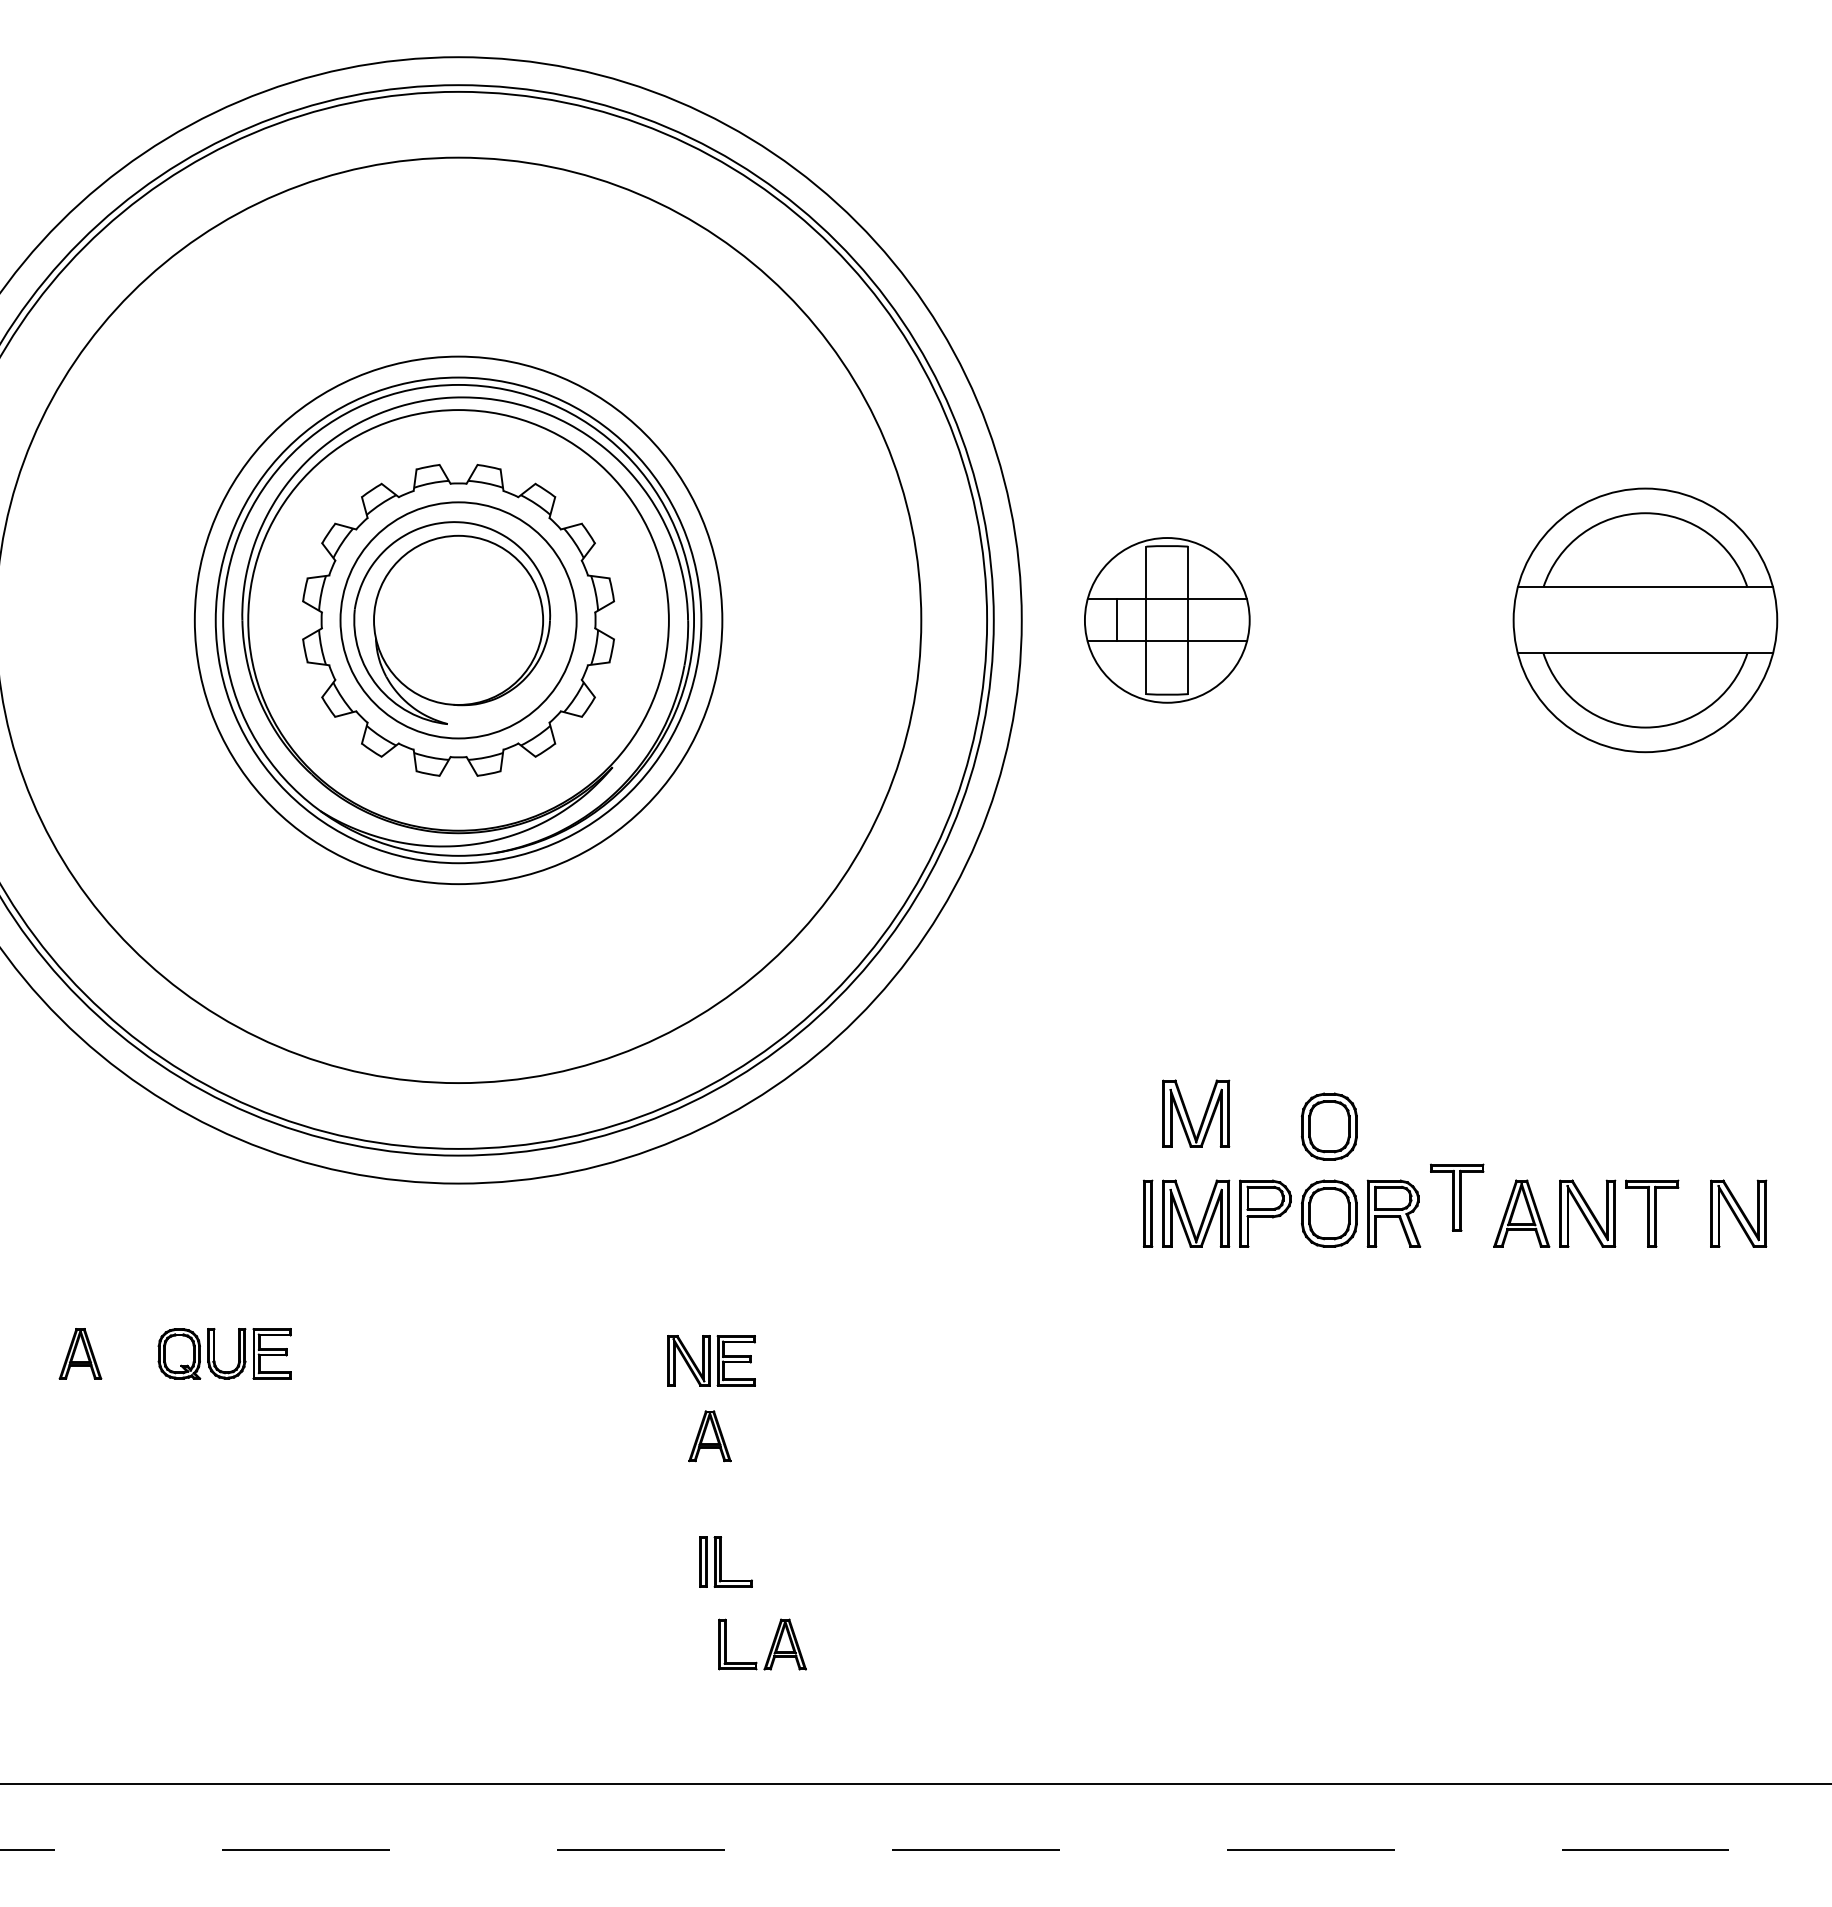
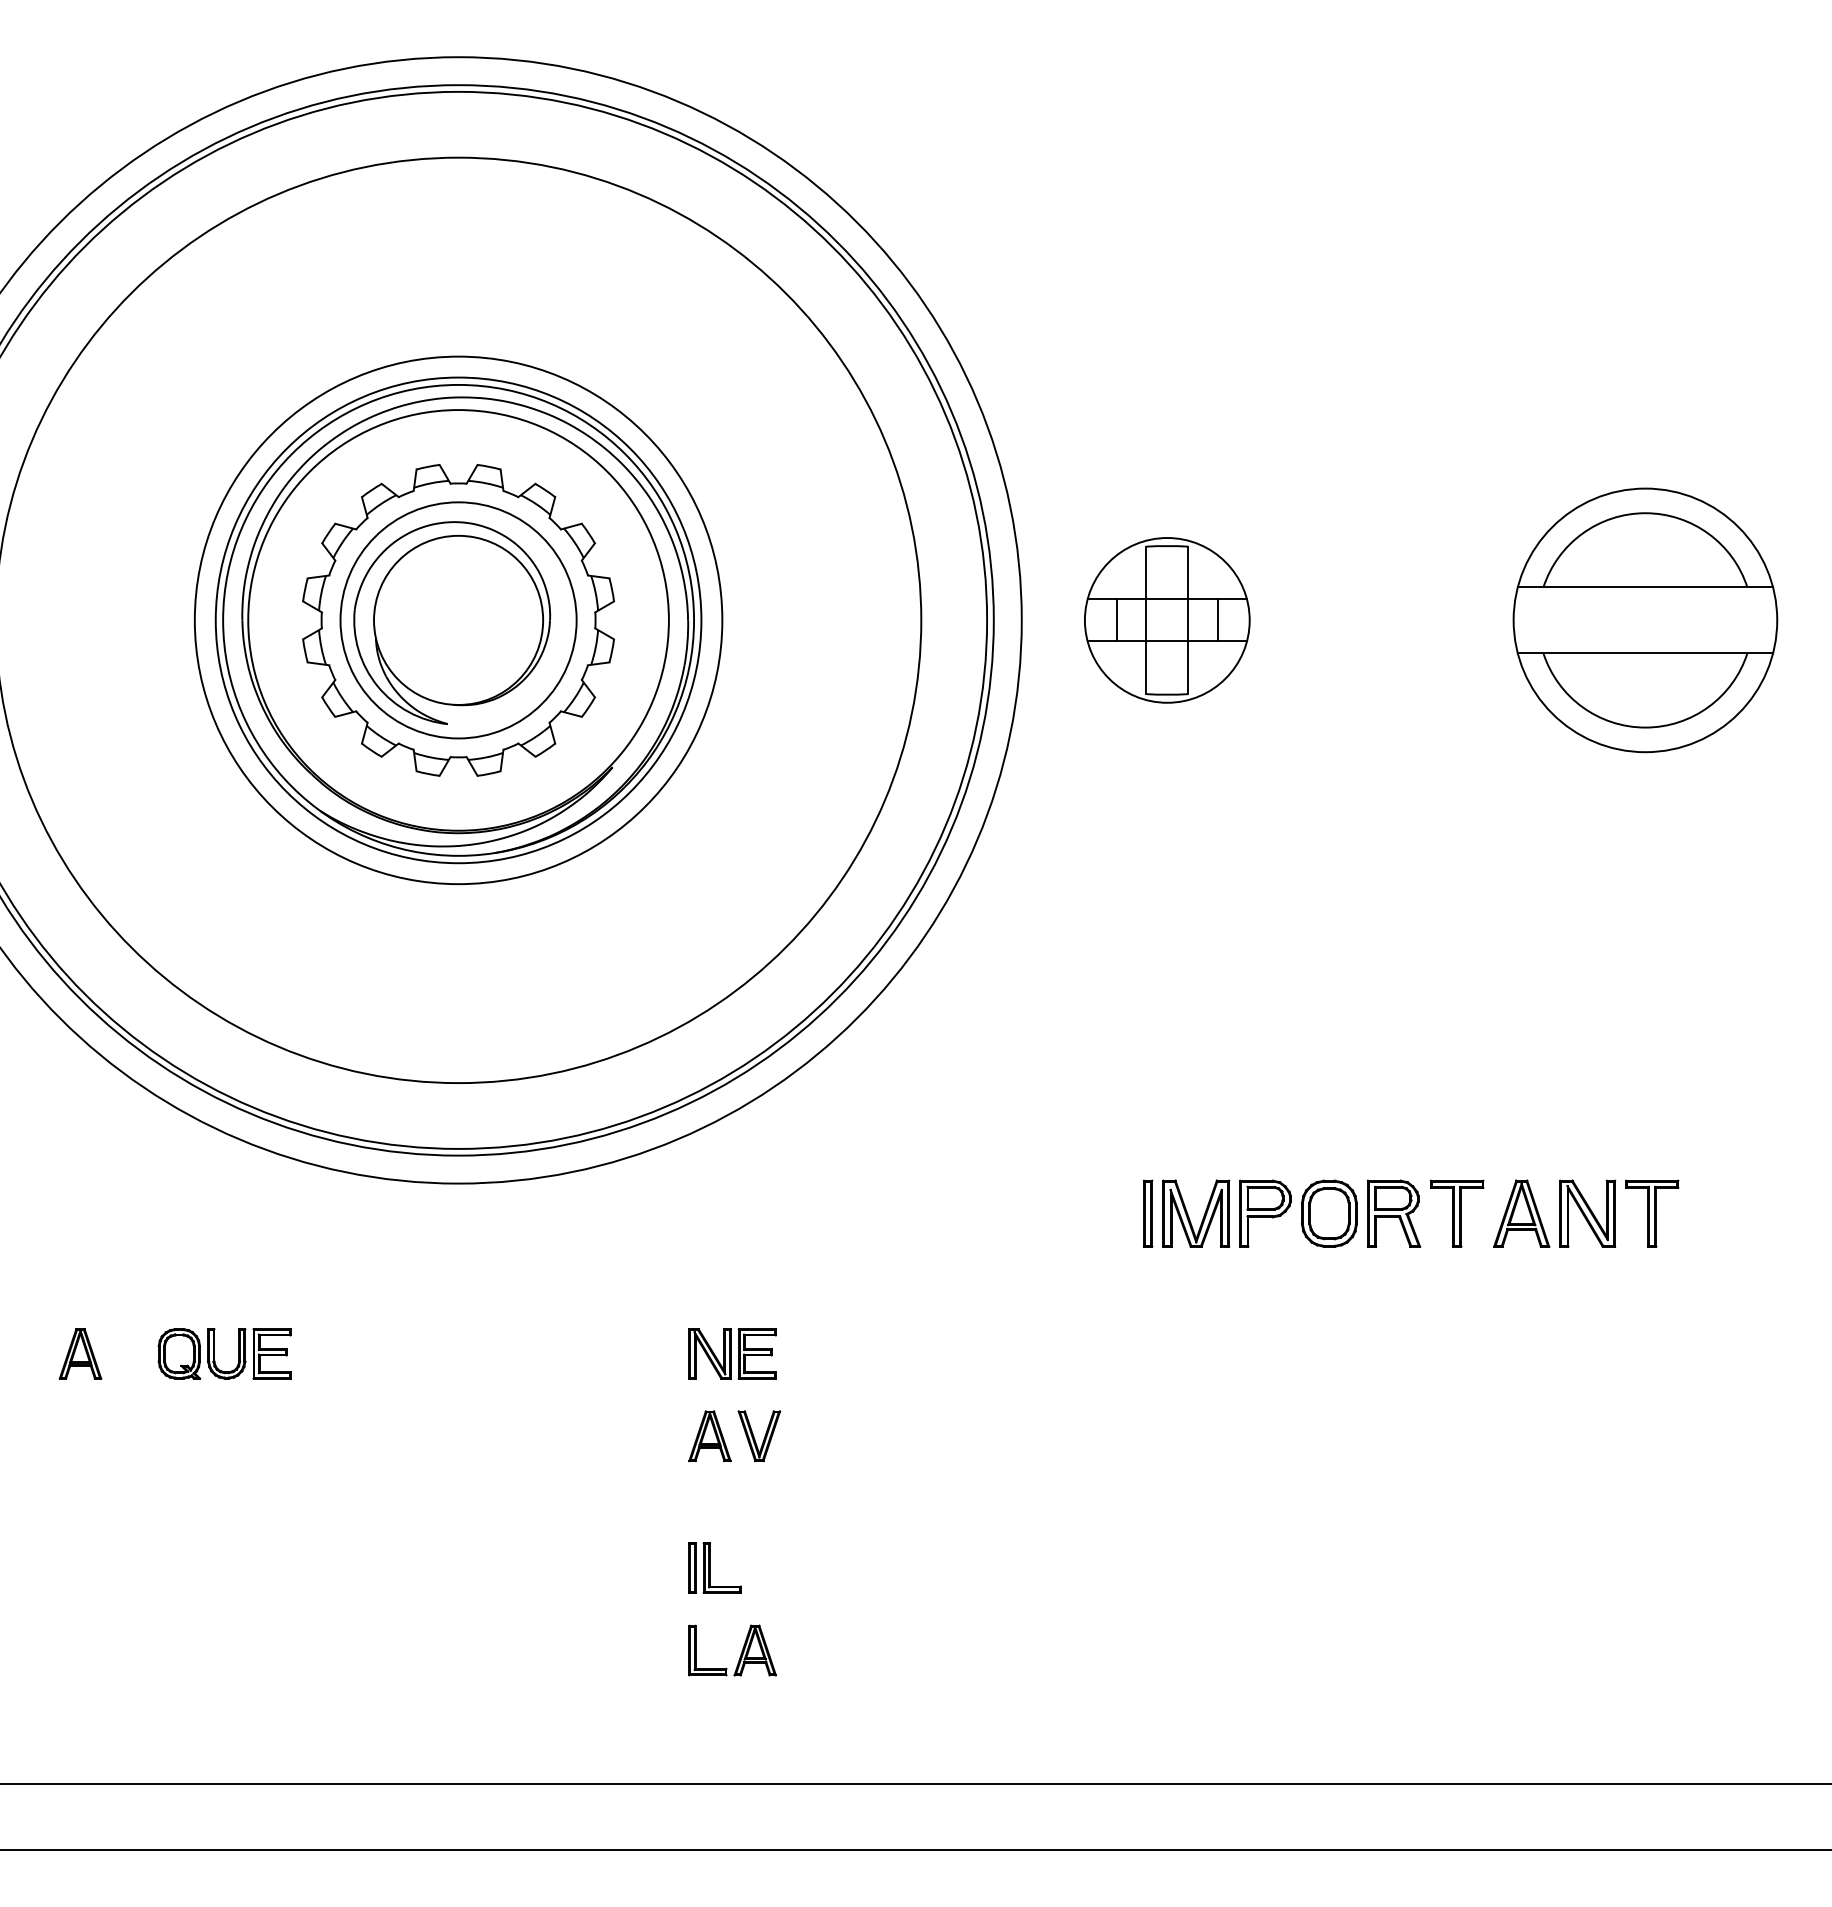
line at (1217, 620): none -> present
part at (1203, 1115): present -> none
part at (1328, 1126): present -> none
part at (1457, 1197) position: (1457, 1197) -> (1457, 1213)
part at (1738, 1213): present -> none
part at (711, 1360) position: (711, 1360) -> (732, 1353)
part at (759, 1436): none -> present
part at (725, 1561) position: (725, 1561) -> (714, 1567)
part at (770, 1648) position: (770, 1648) -> (740, 1654)
line at (915, 1849): dashed -> solid
